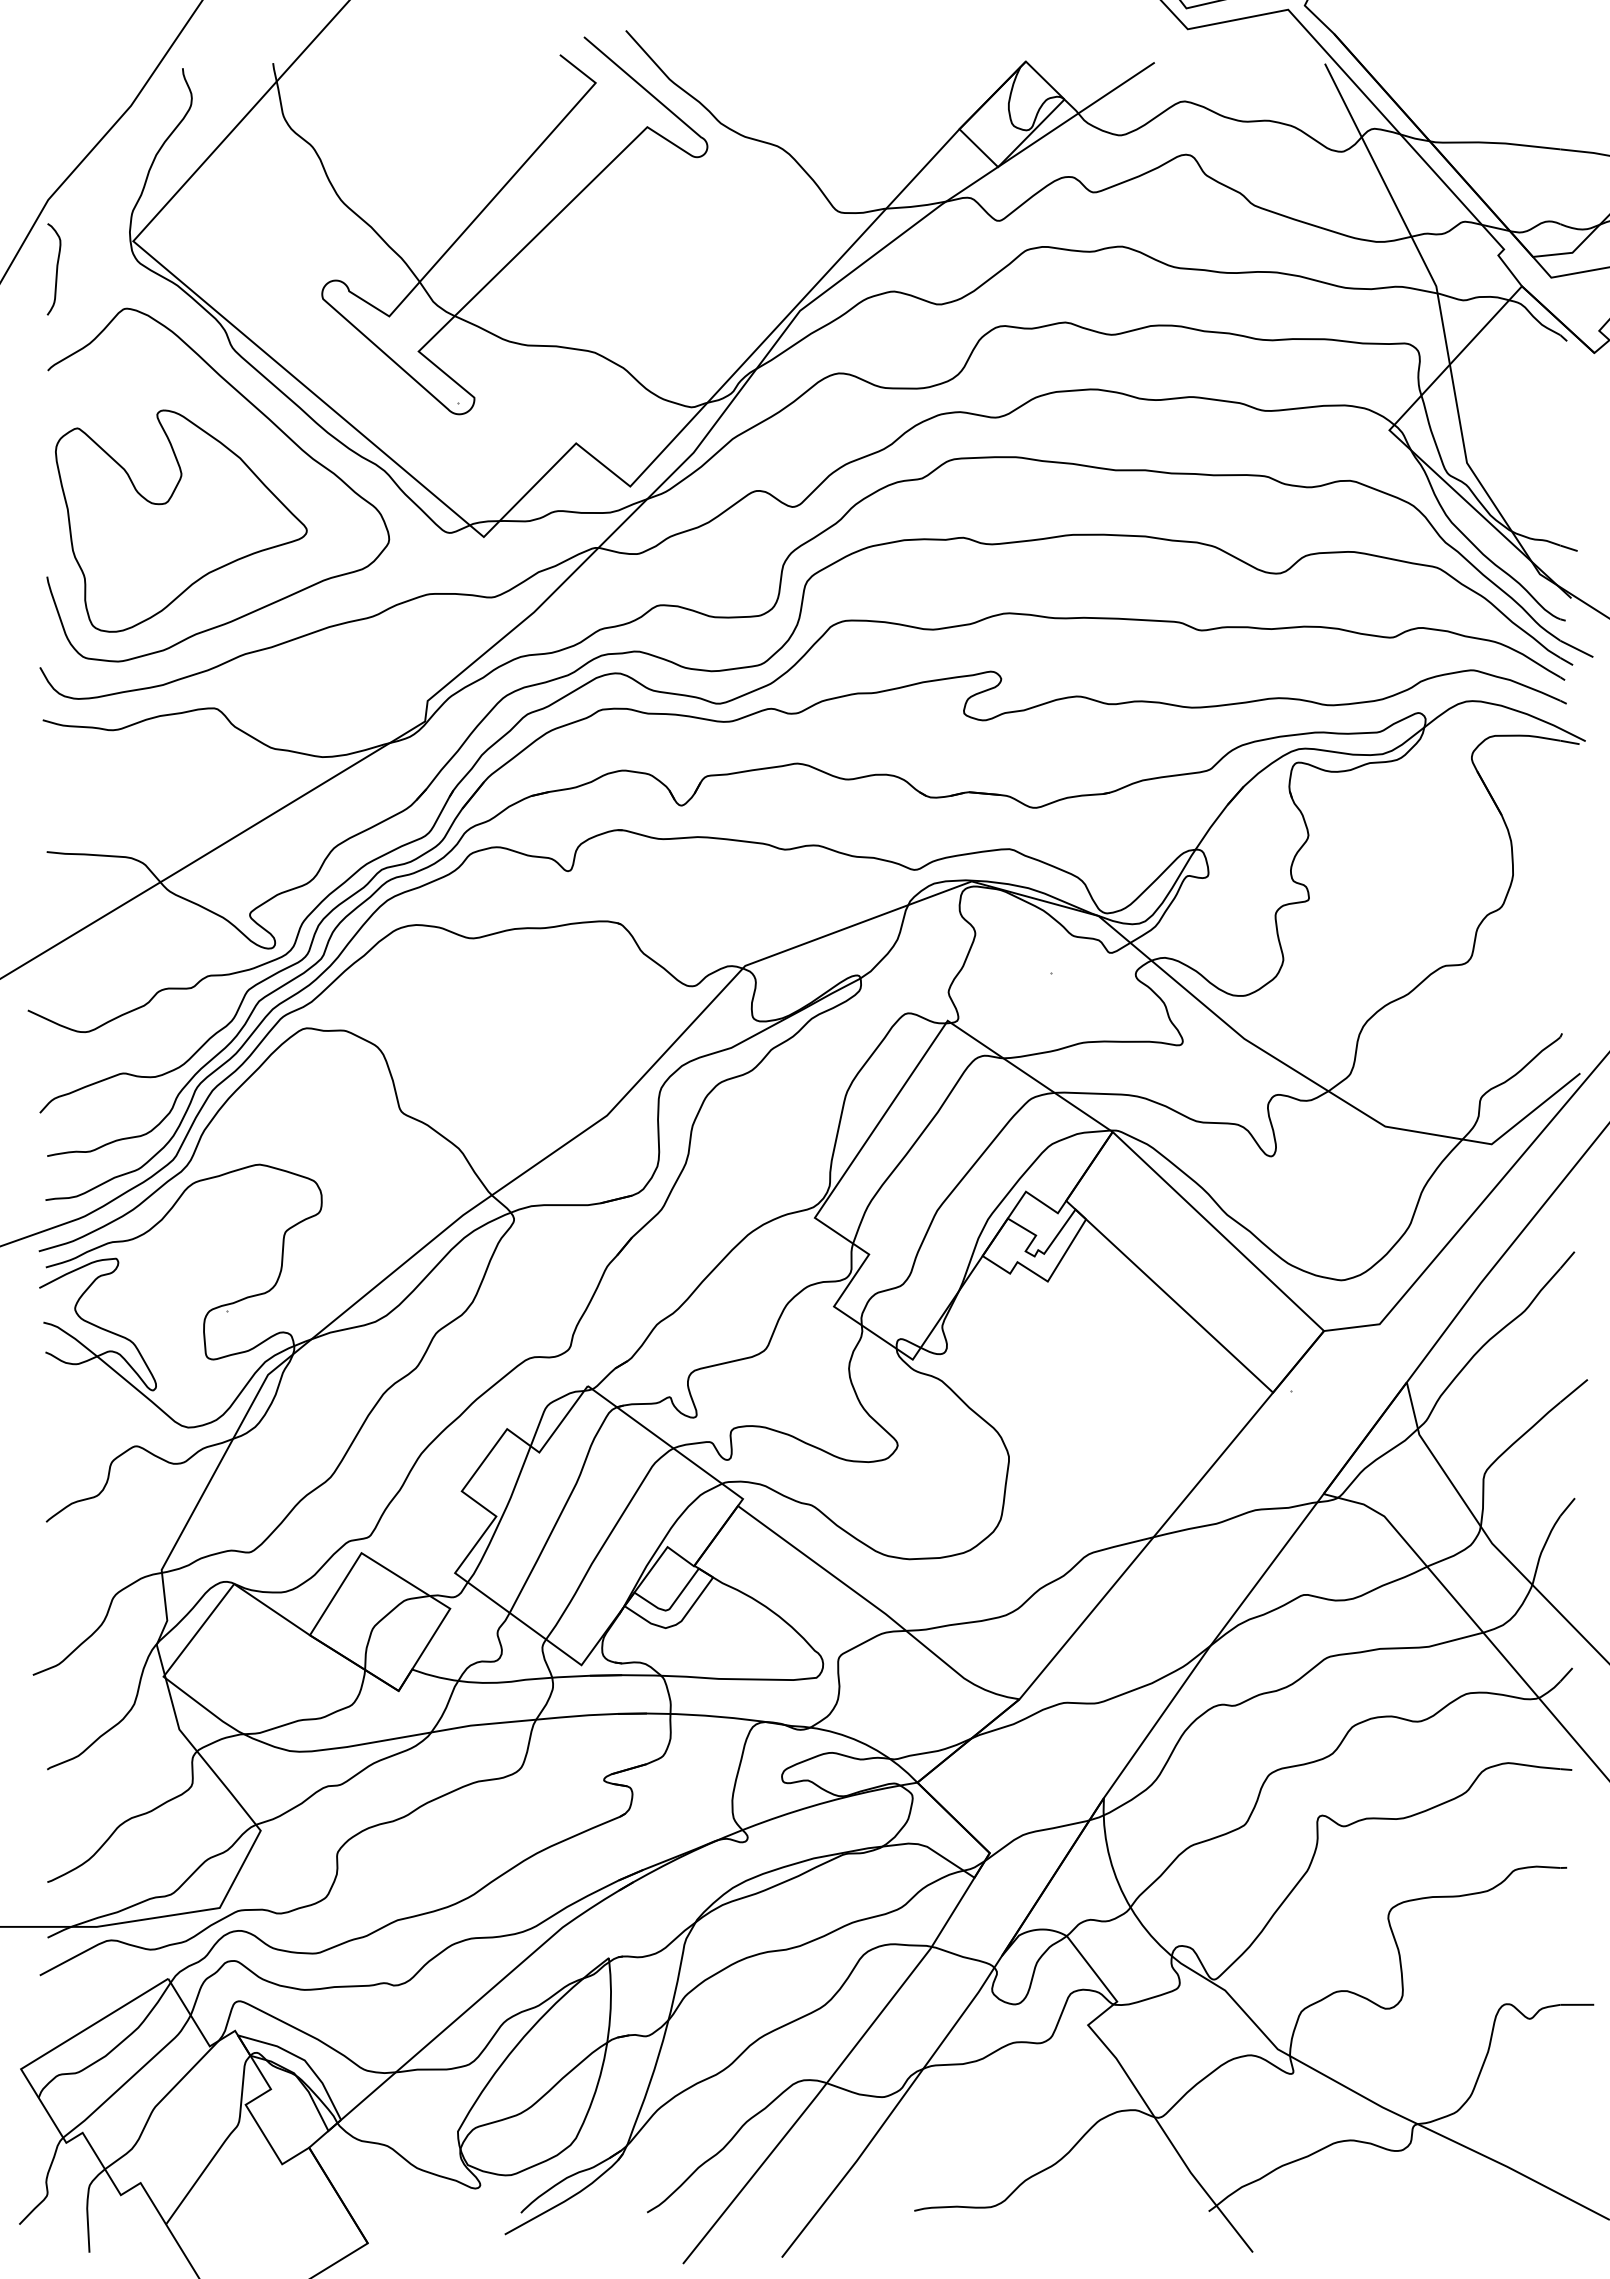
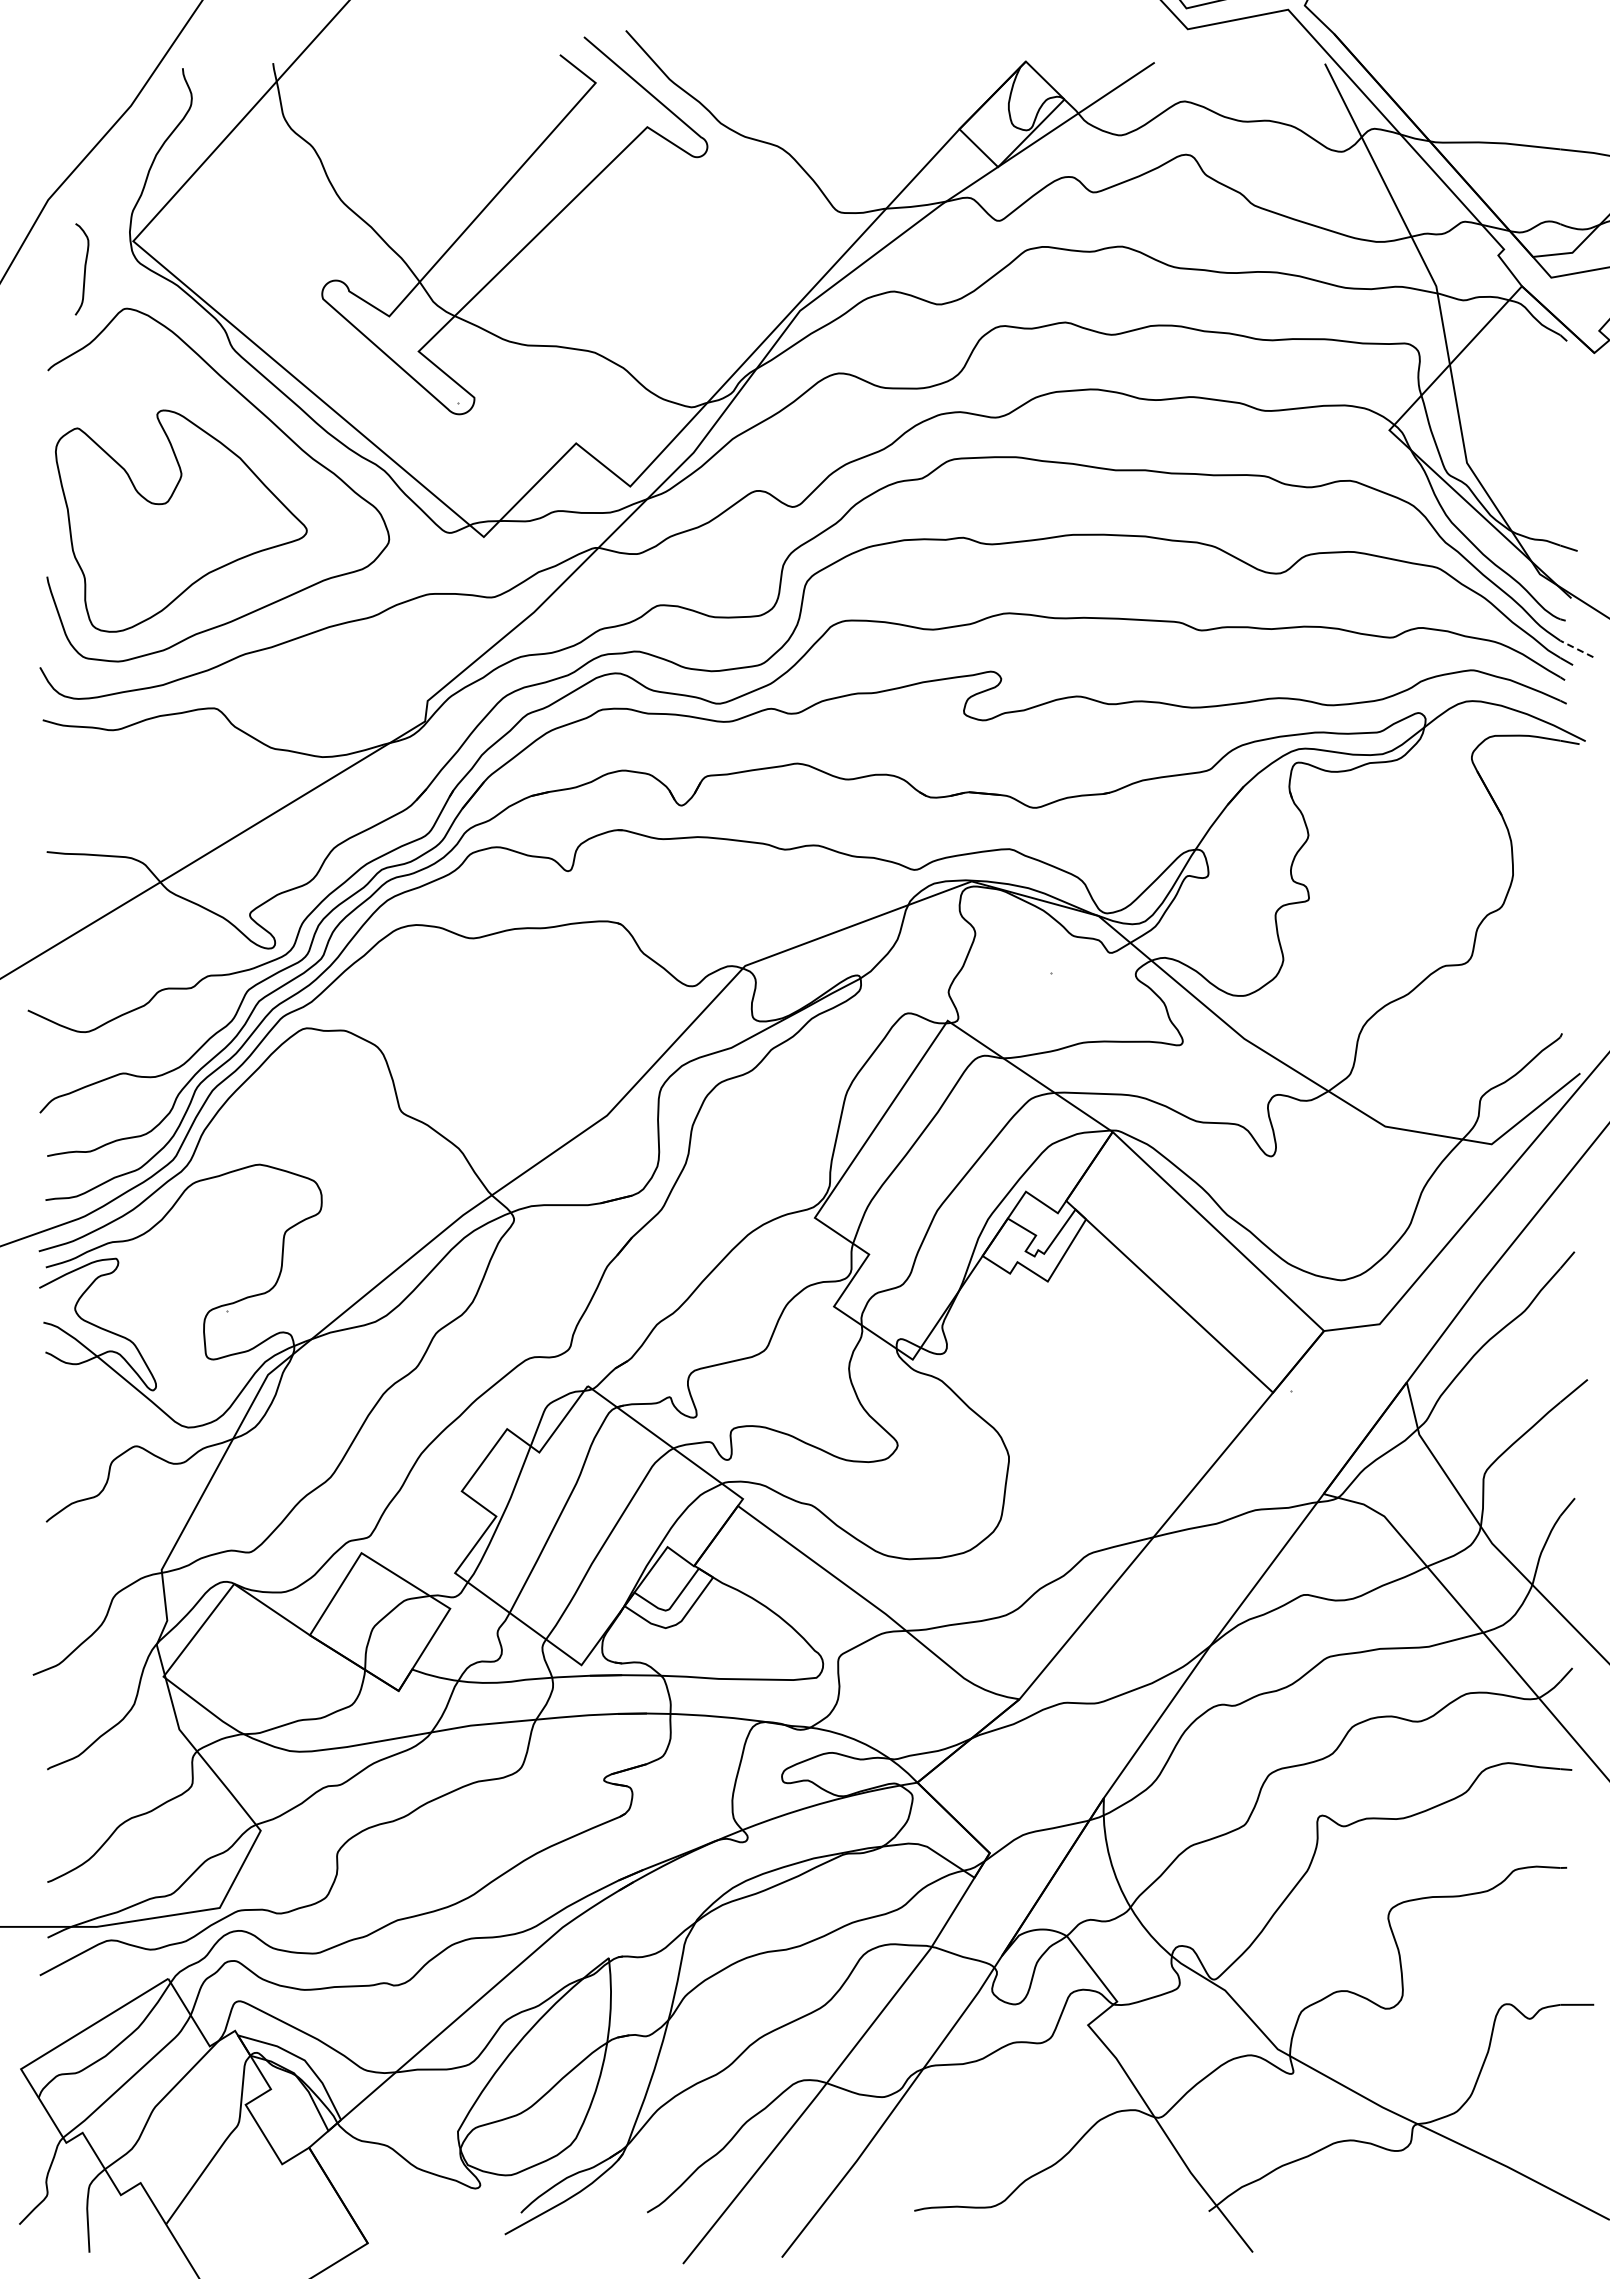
curve at (56, 269) position: (56, 269) -> (84, 269)
line at (1576, 648): solid -> dashed
